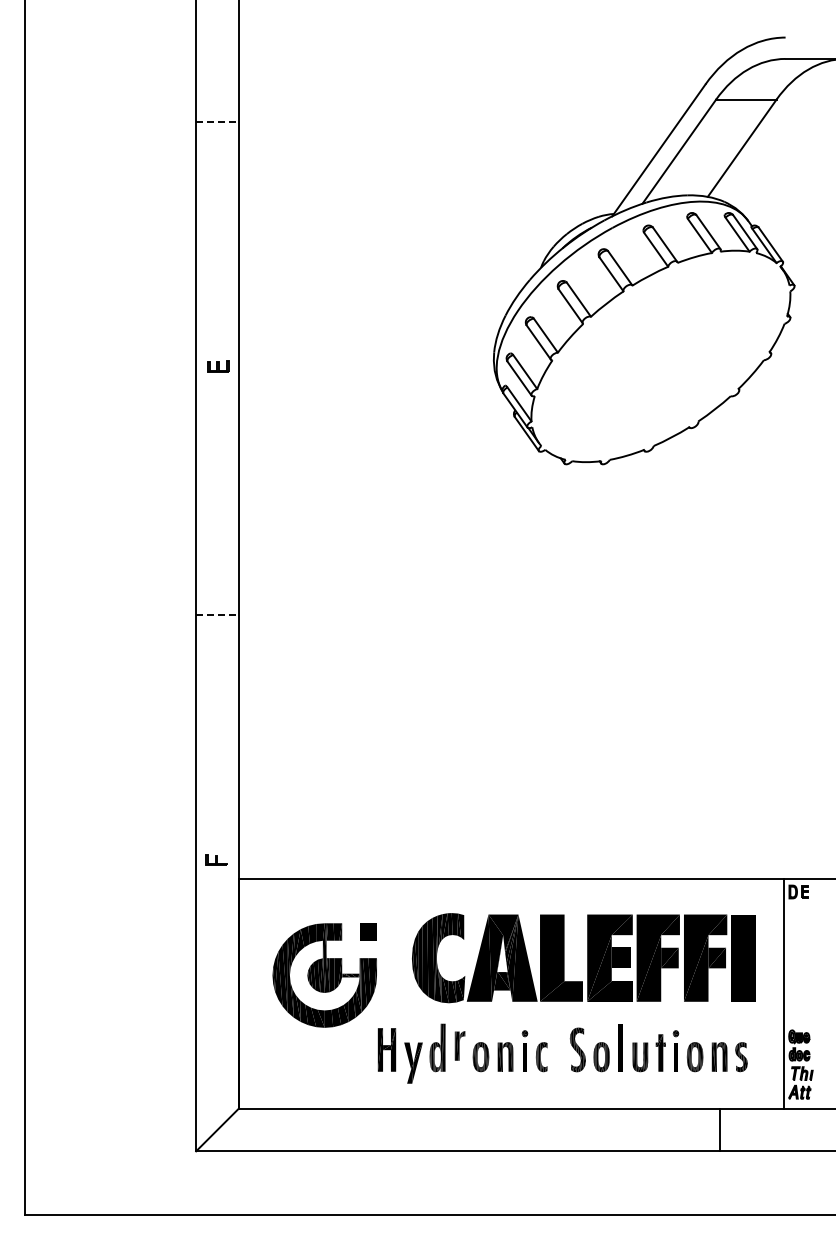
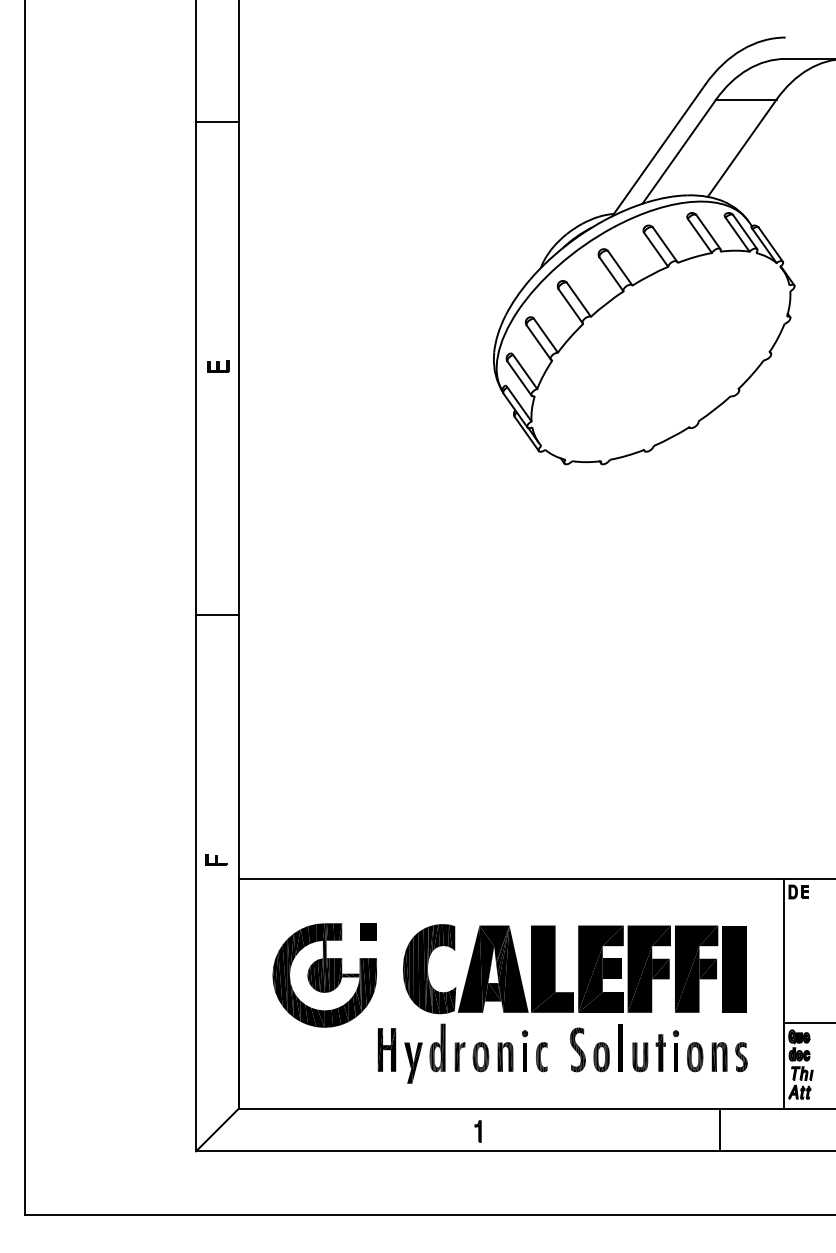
line at (218, 122): dashed -> solid
line at (218, 615): dashed -> solid
part at (583, 958) position: (583, 958) -> (574, 969)
line at (807, 1023): none -> present
part at (459, 1045) position: (459, 1045) -> (459, 1056)
part at (477, 1131): none -> present
